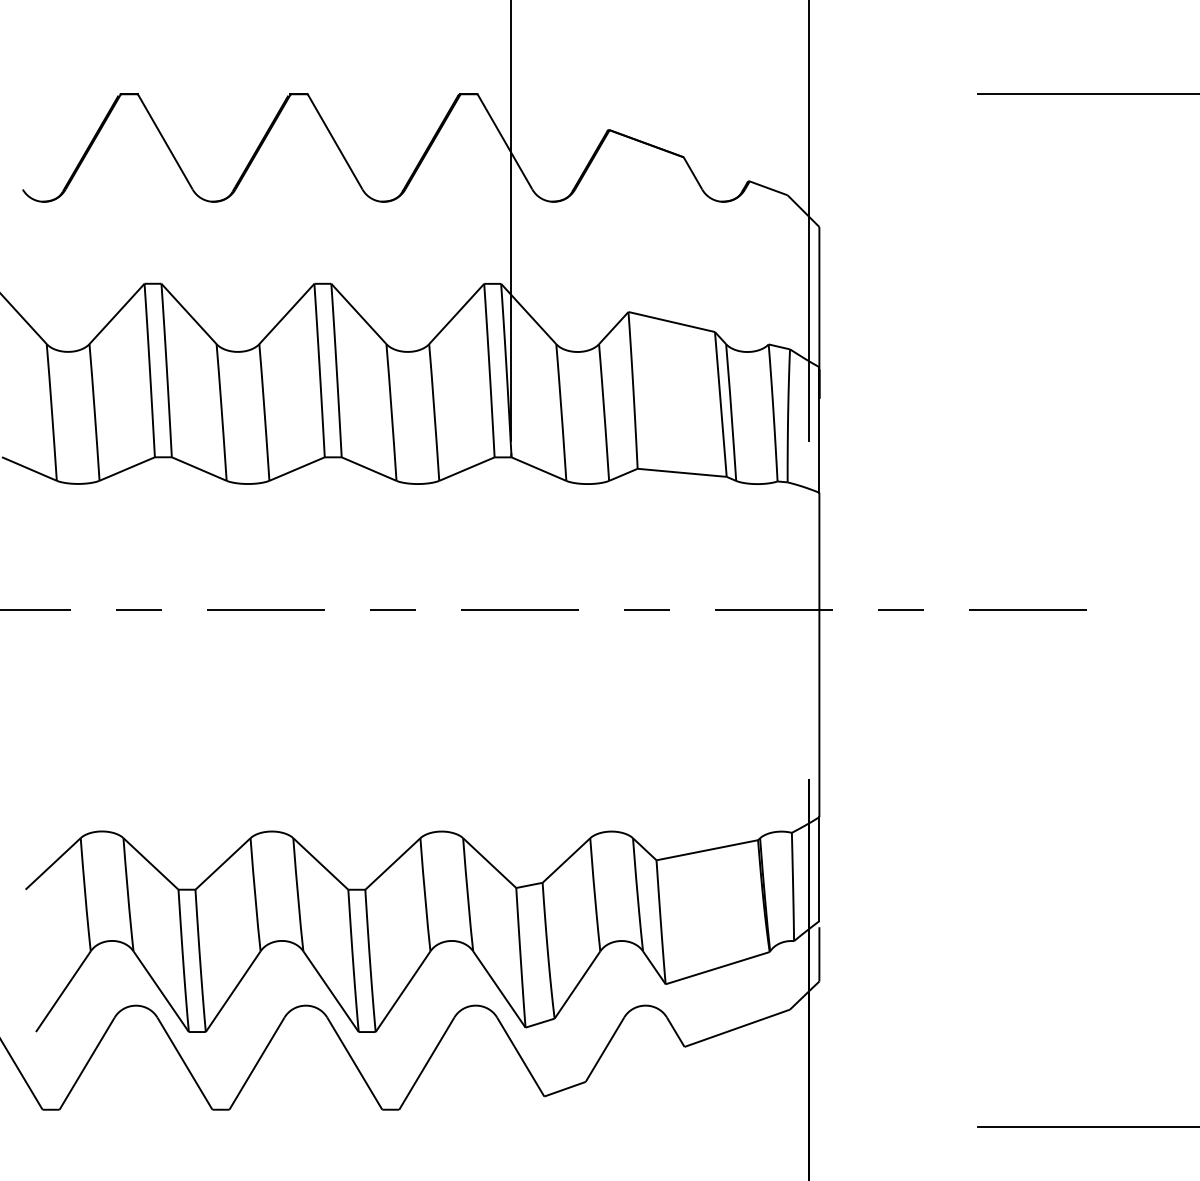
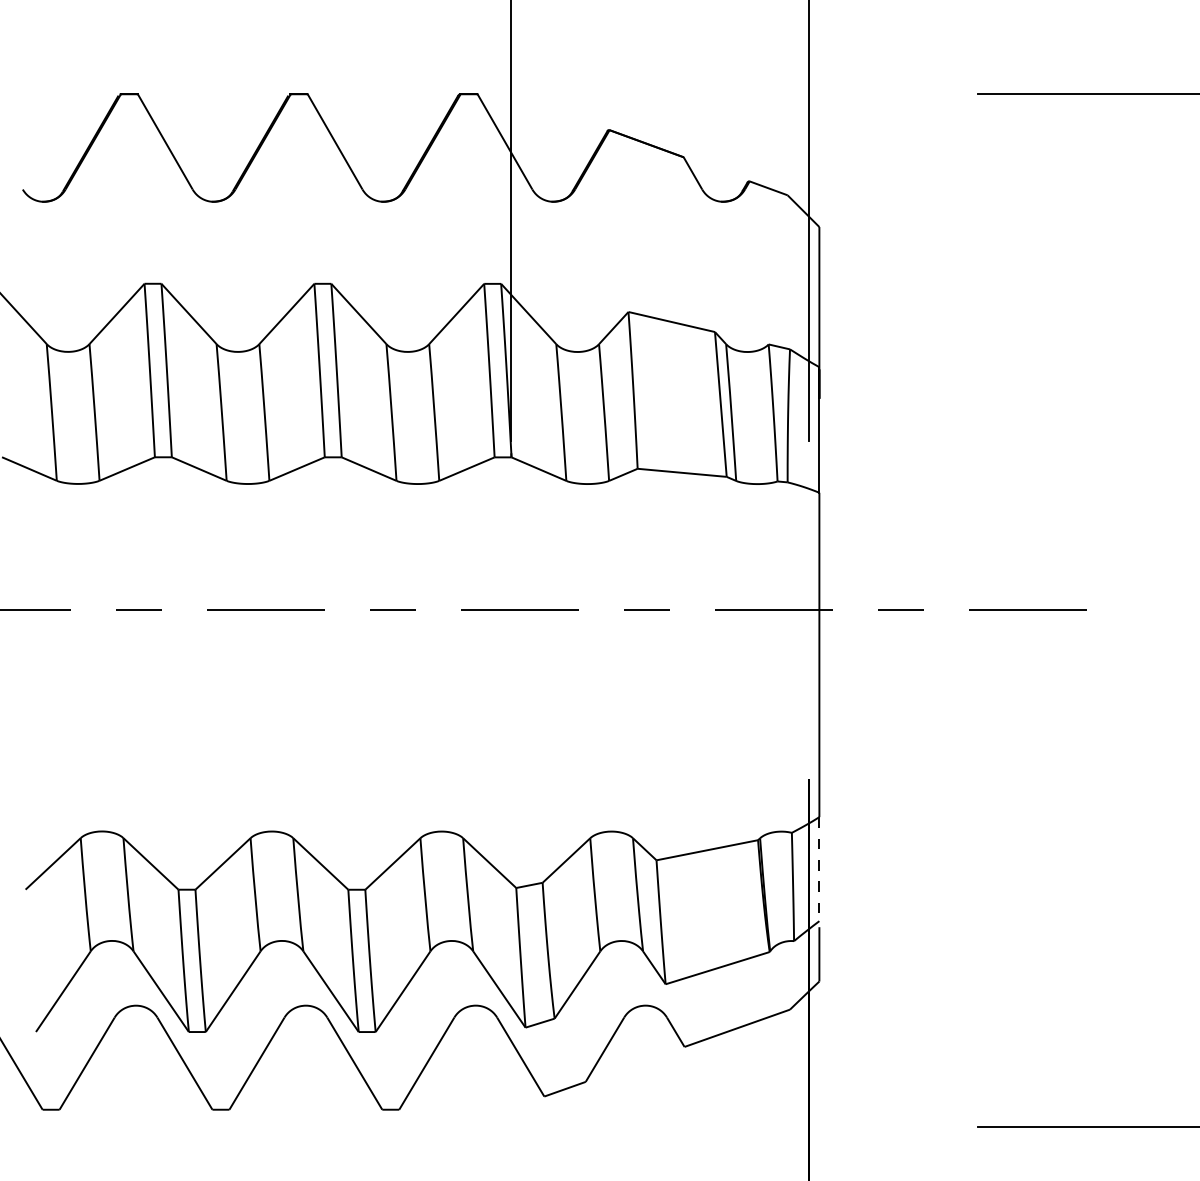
line at (819, 869): solid -> dashed
